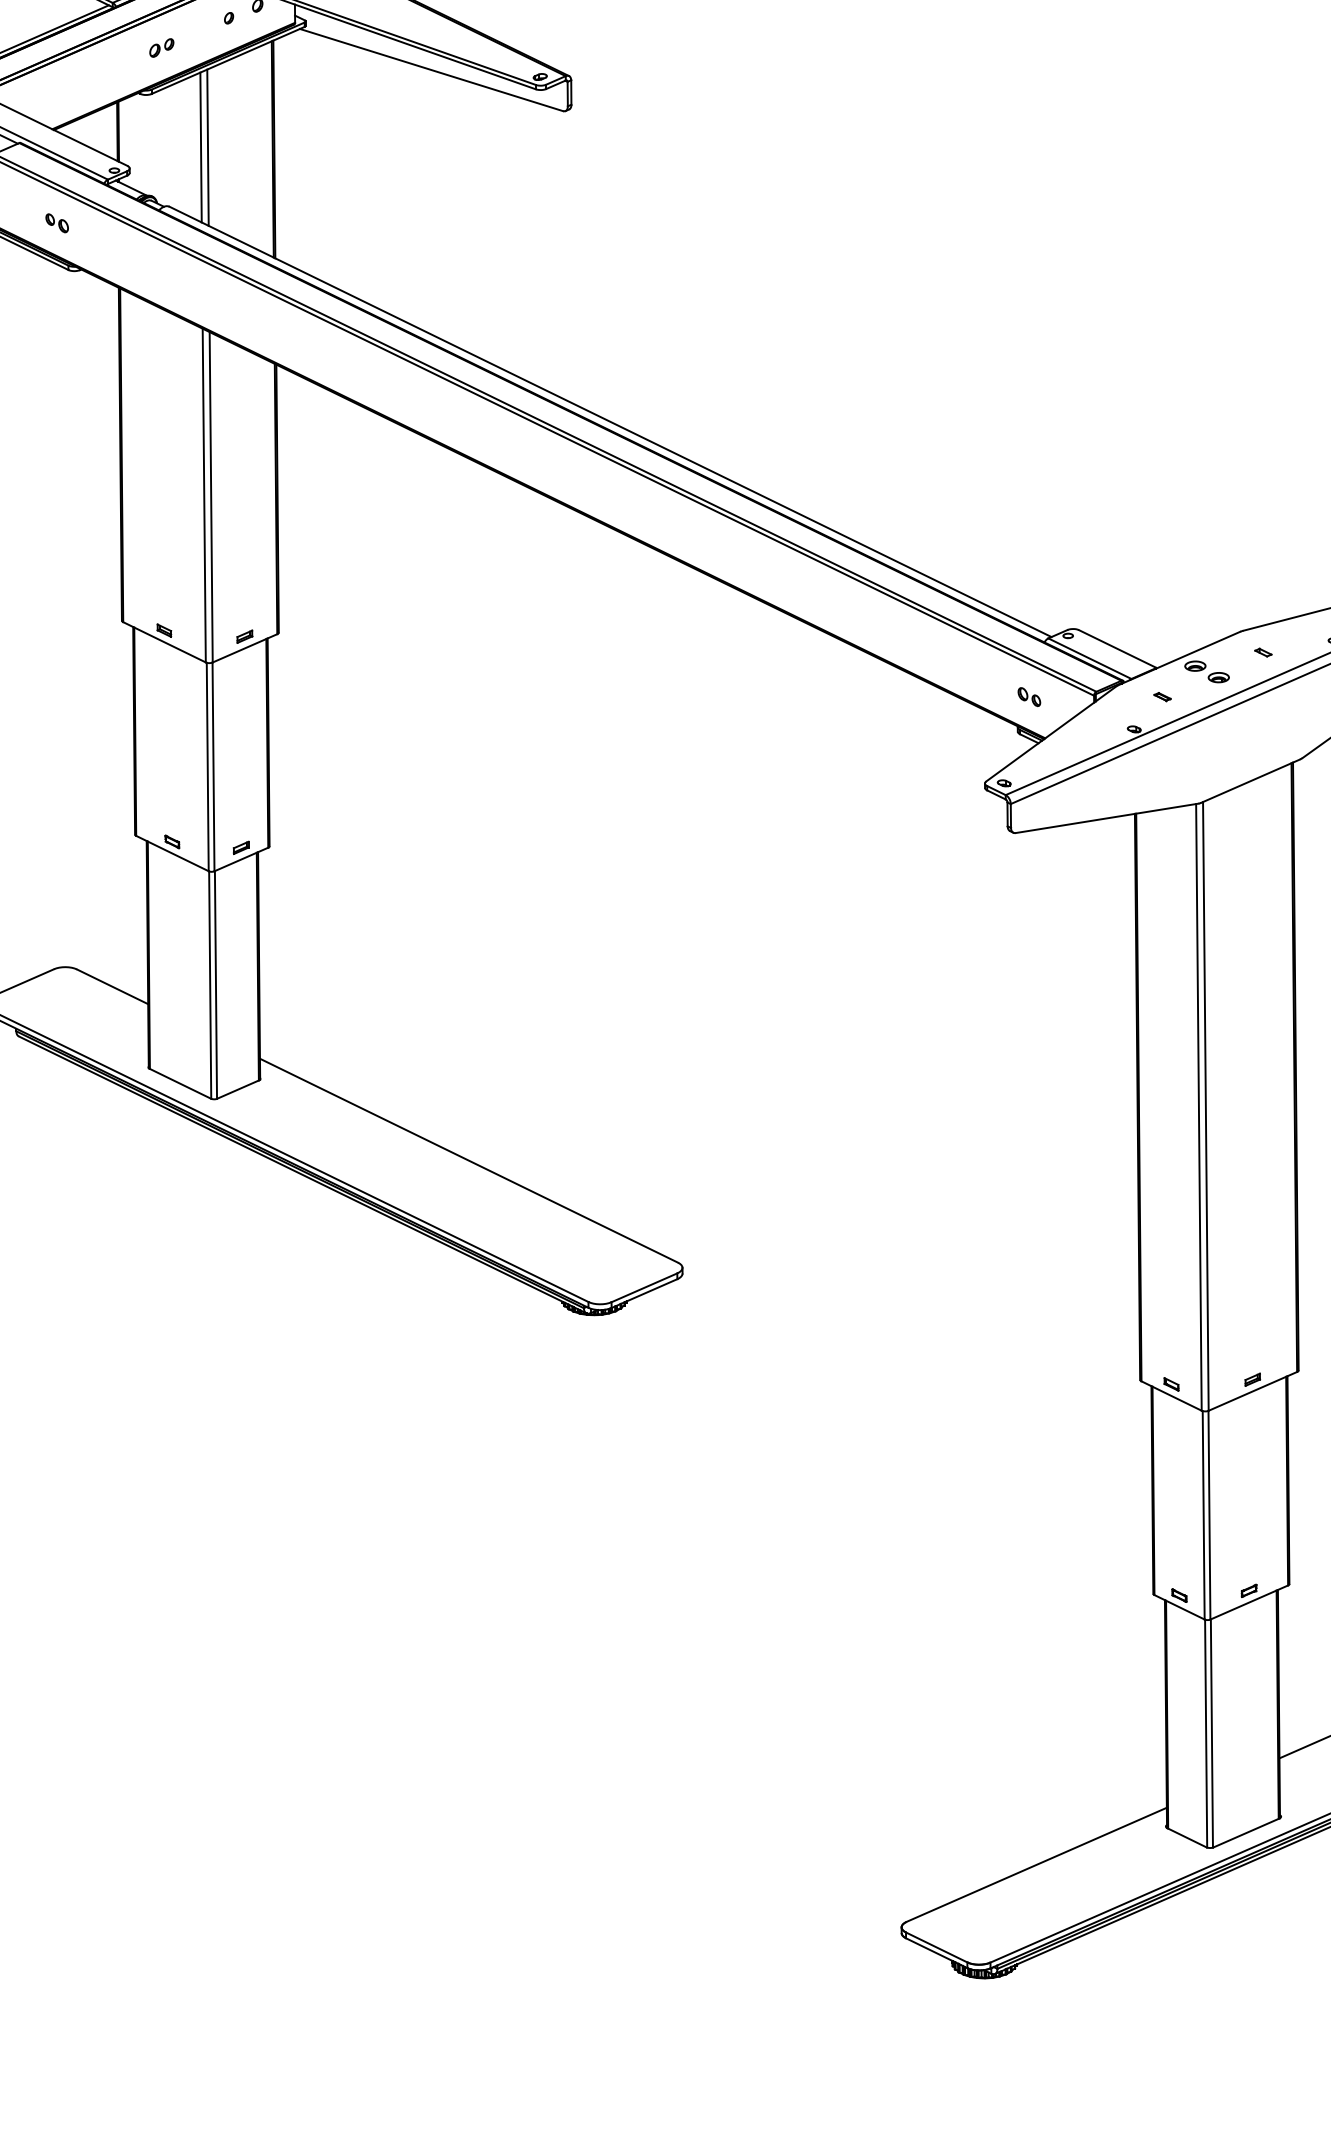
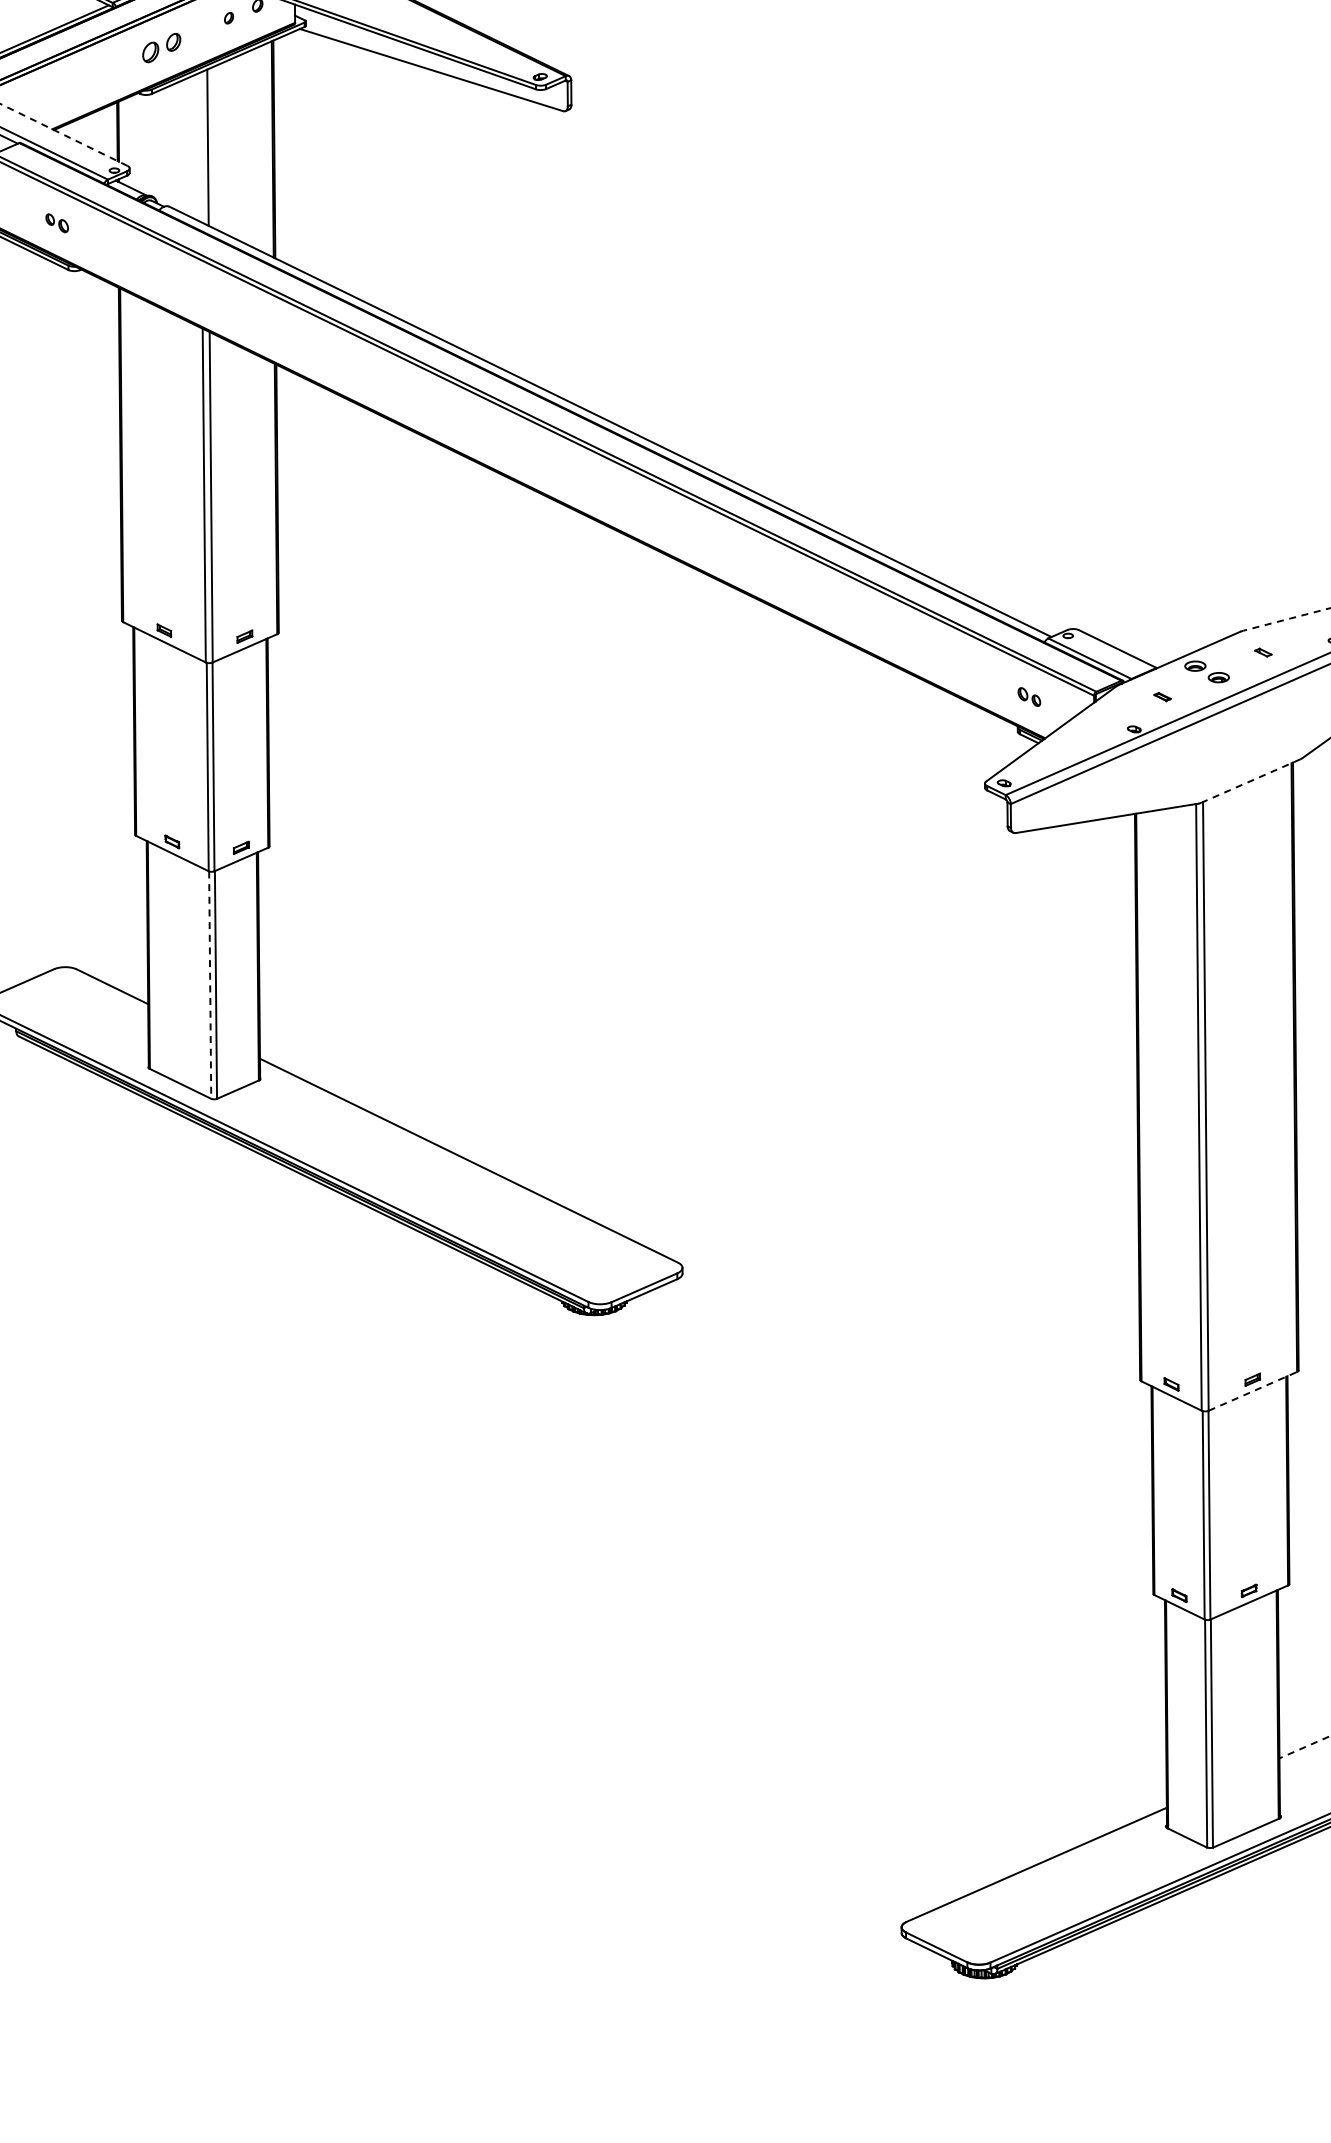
part at (161, 47) size: 26x20 px -> 40x31 px
line at (63, 134): solid -> dashed
line at (200, 147): present -> none
line at (1287, 619): solid -> dashed
line at (1251, 780): solid -> dashed
line at (210, 985): solid -> dashed
line at (1253, 1391): solid -> dashed
line at (1305, 1747): solid -> dashed
